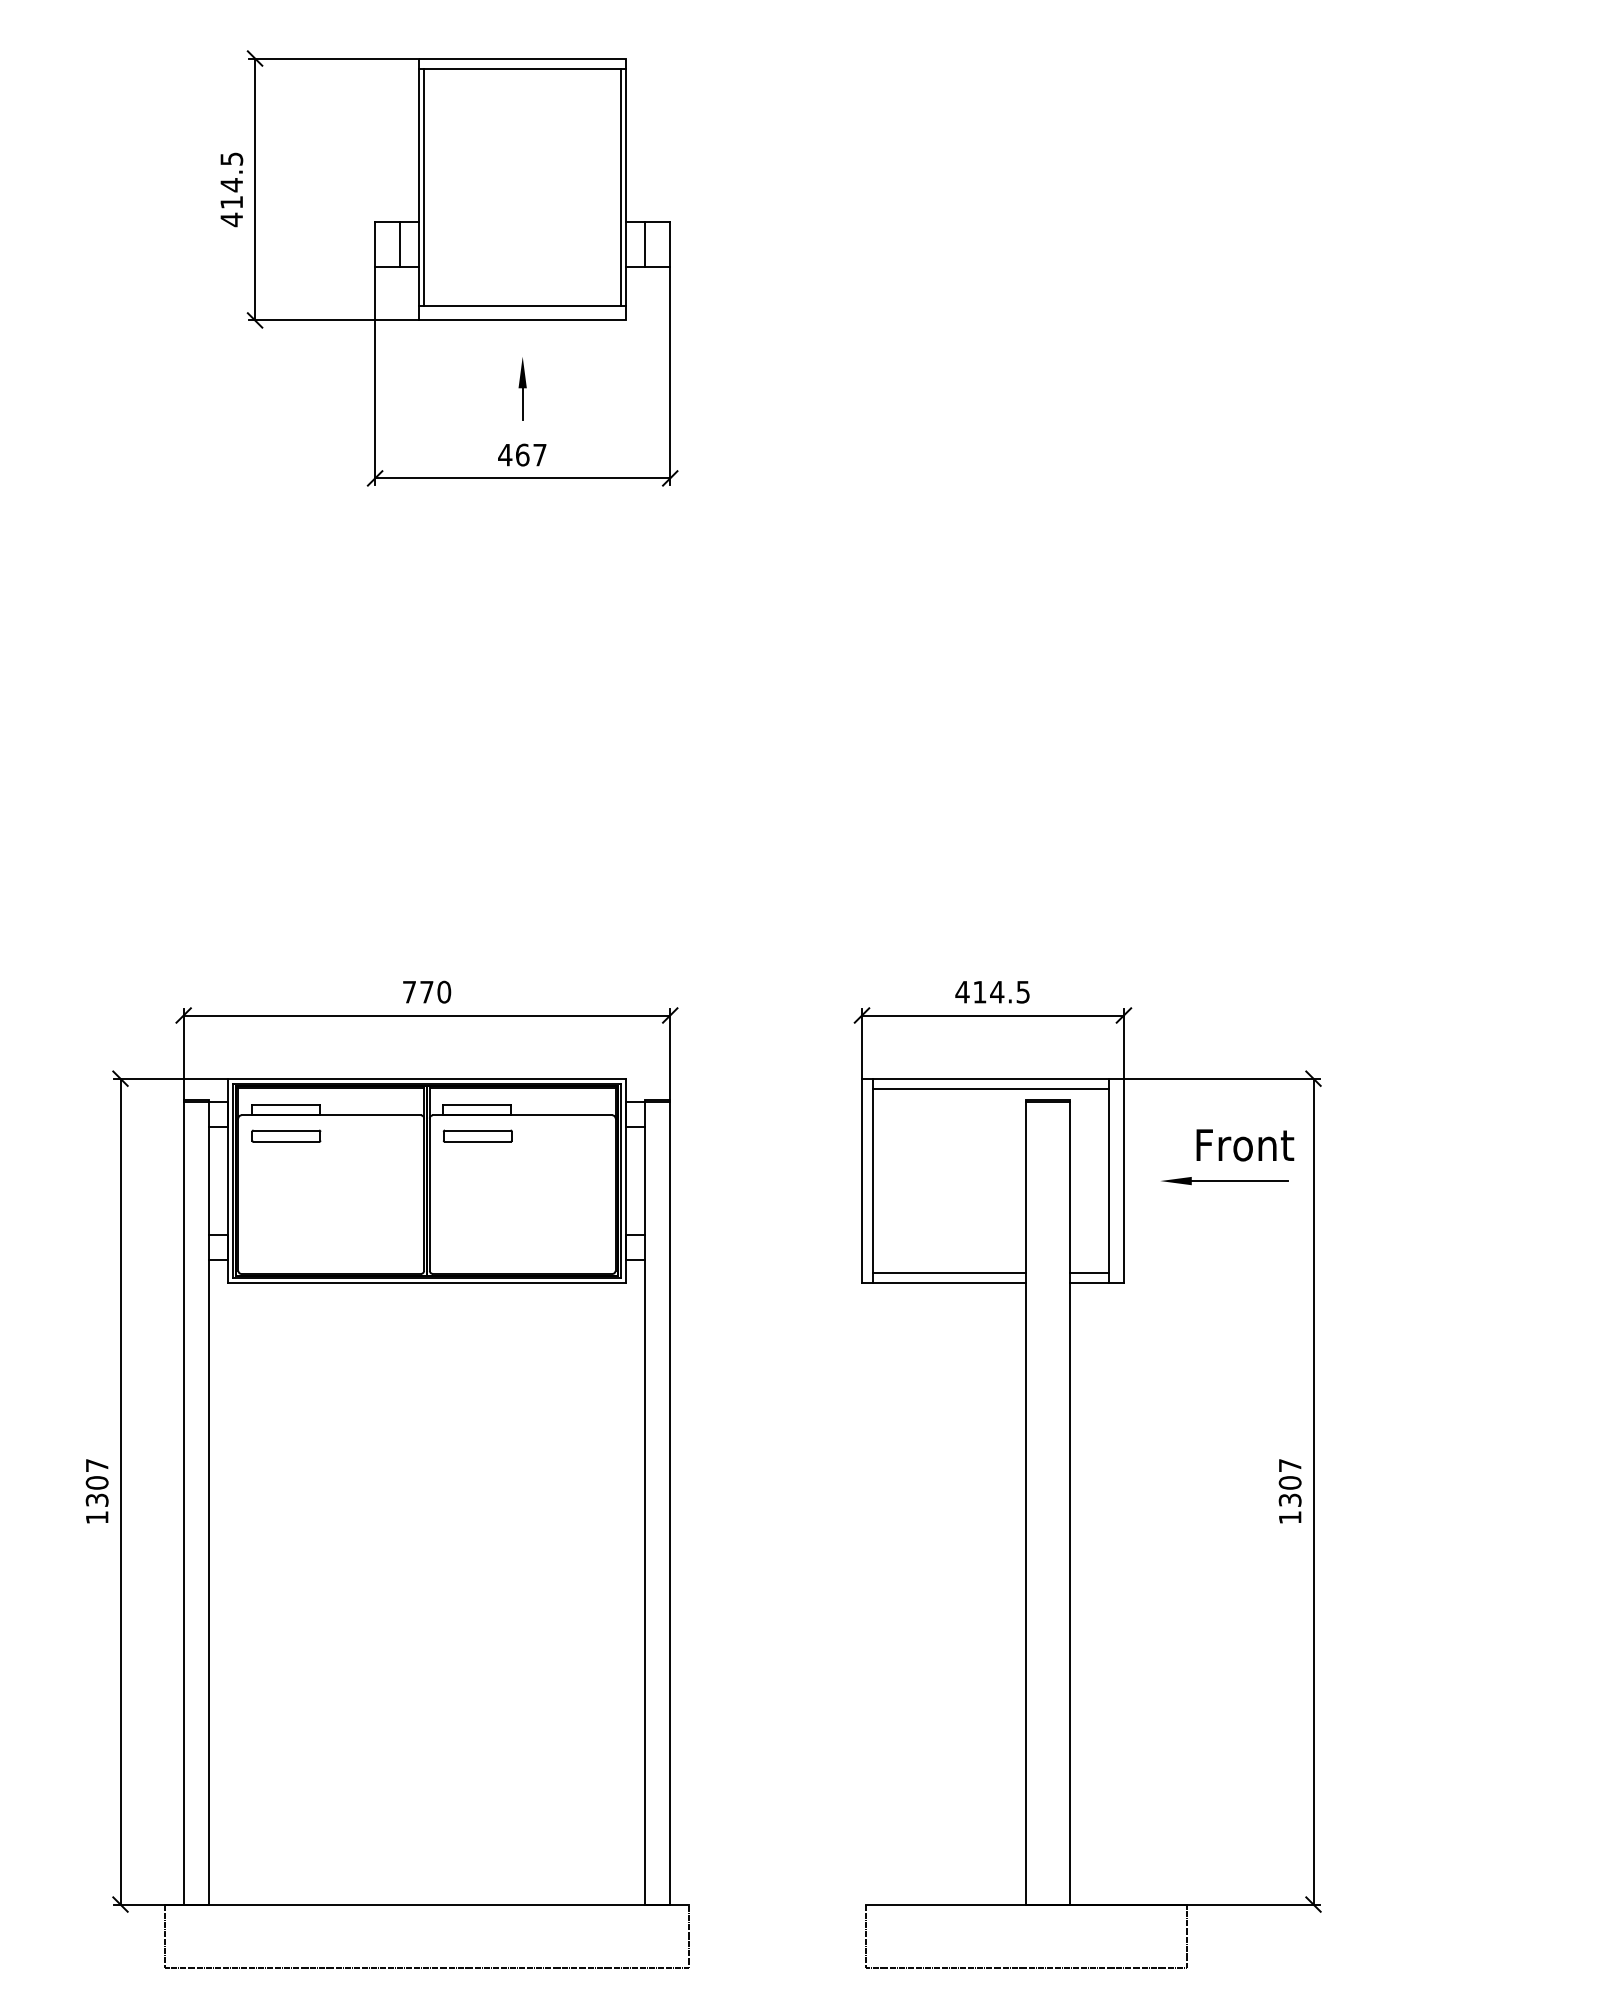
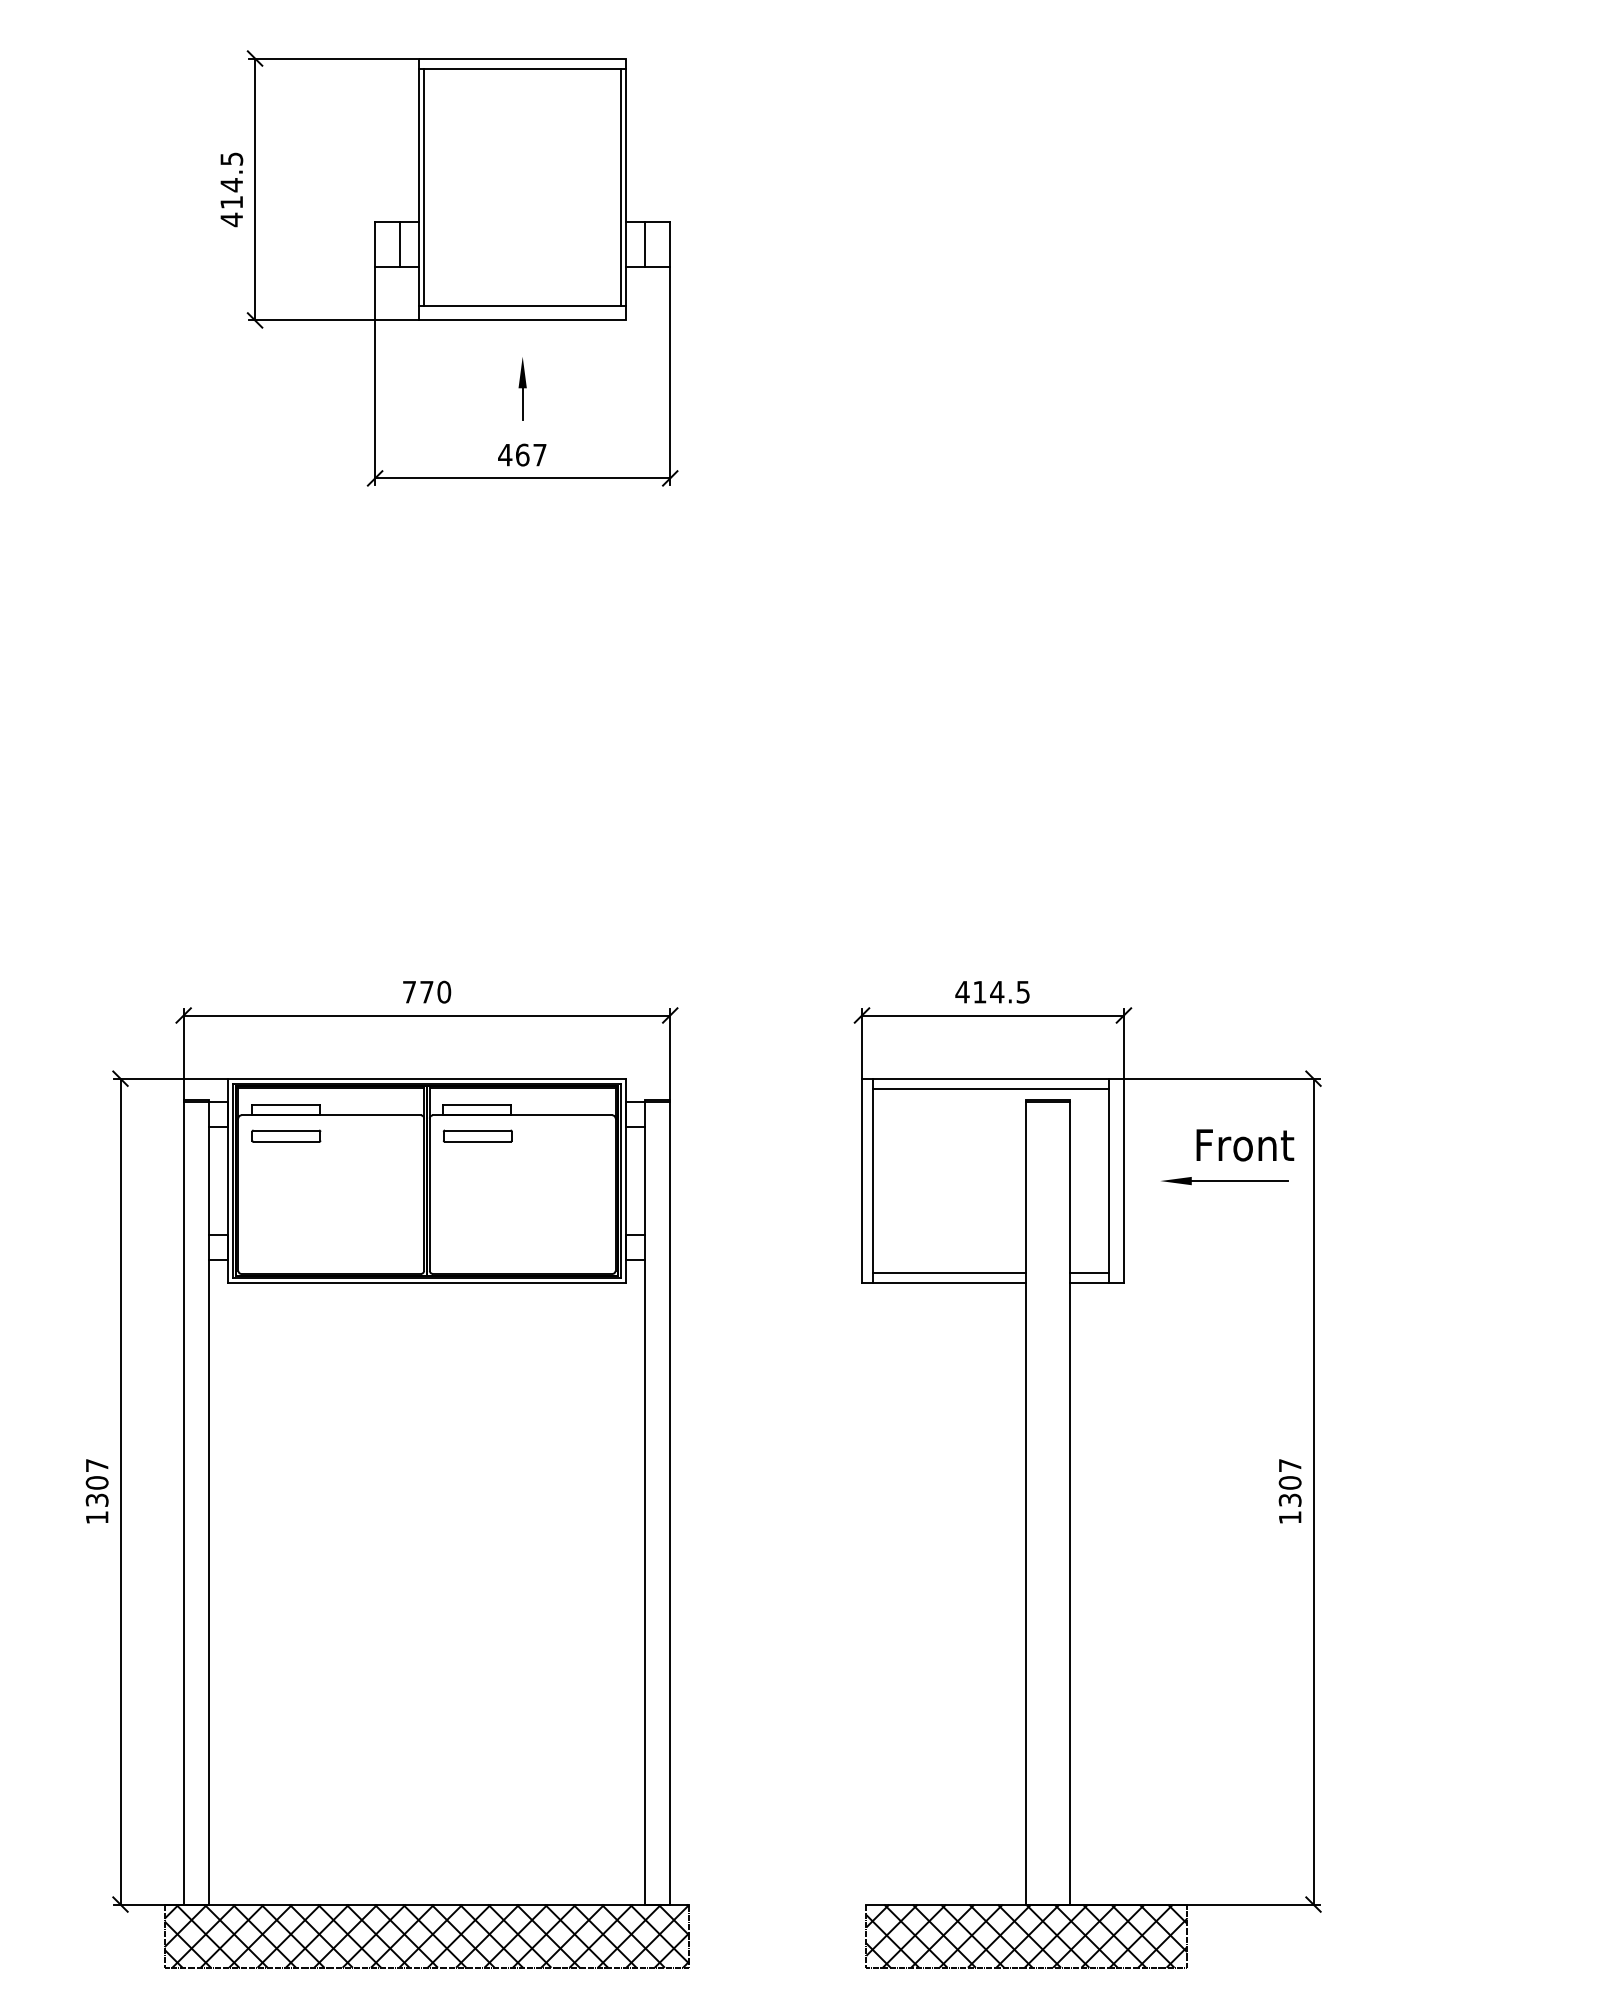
hatch at (426, 1935): none -> present
hatch at (1026, 1935): none -> present
